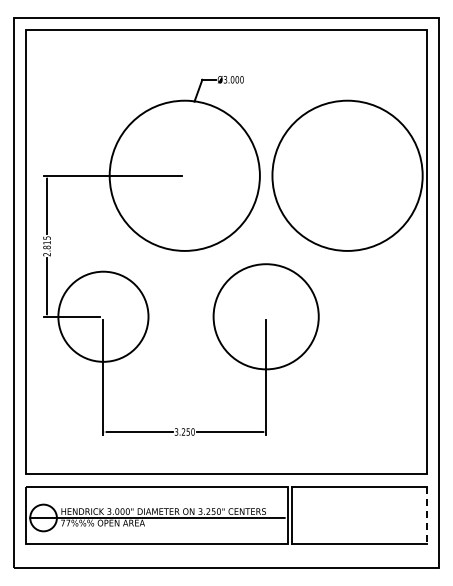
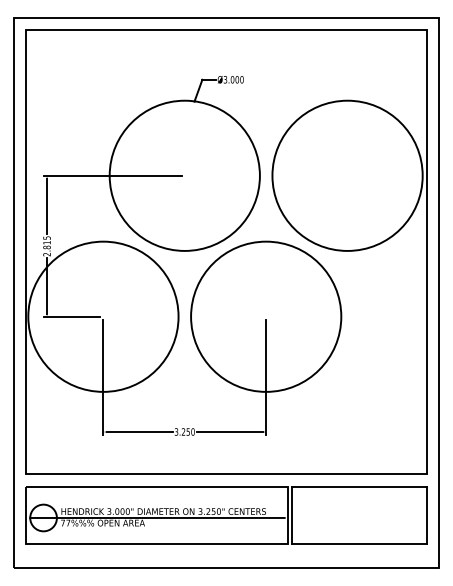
circle at (103, 316) diameter: 90 px -> 150 px
circle at (265, 316) diameter: 105 px -> 150 px
line at (426, 515): dashed -> solid
